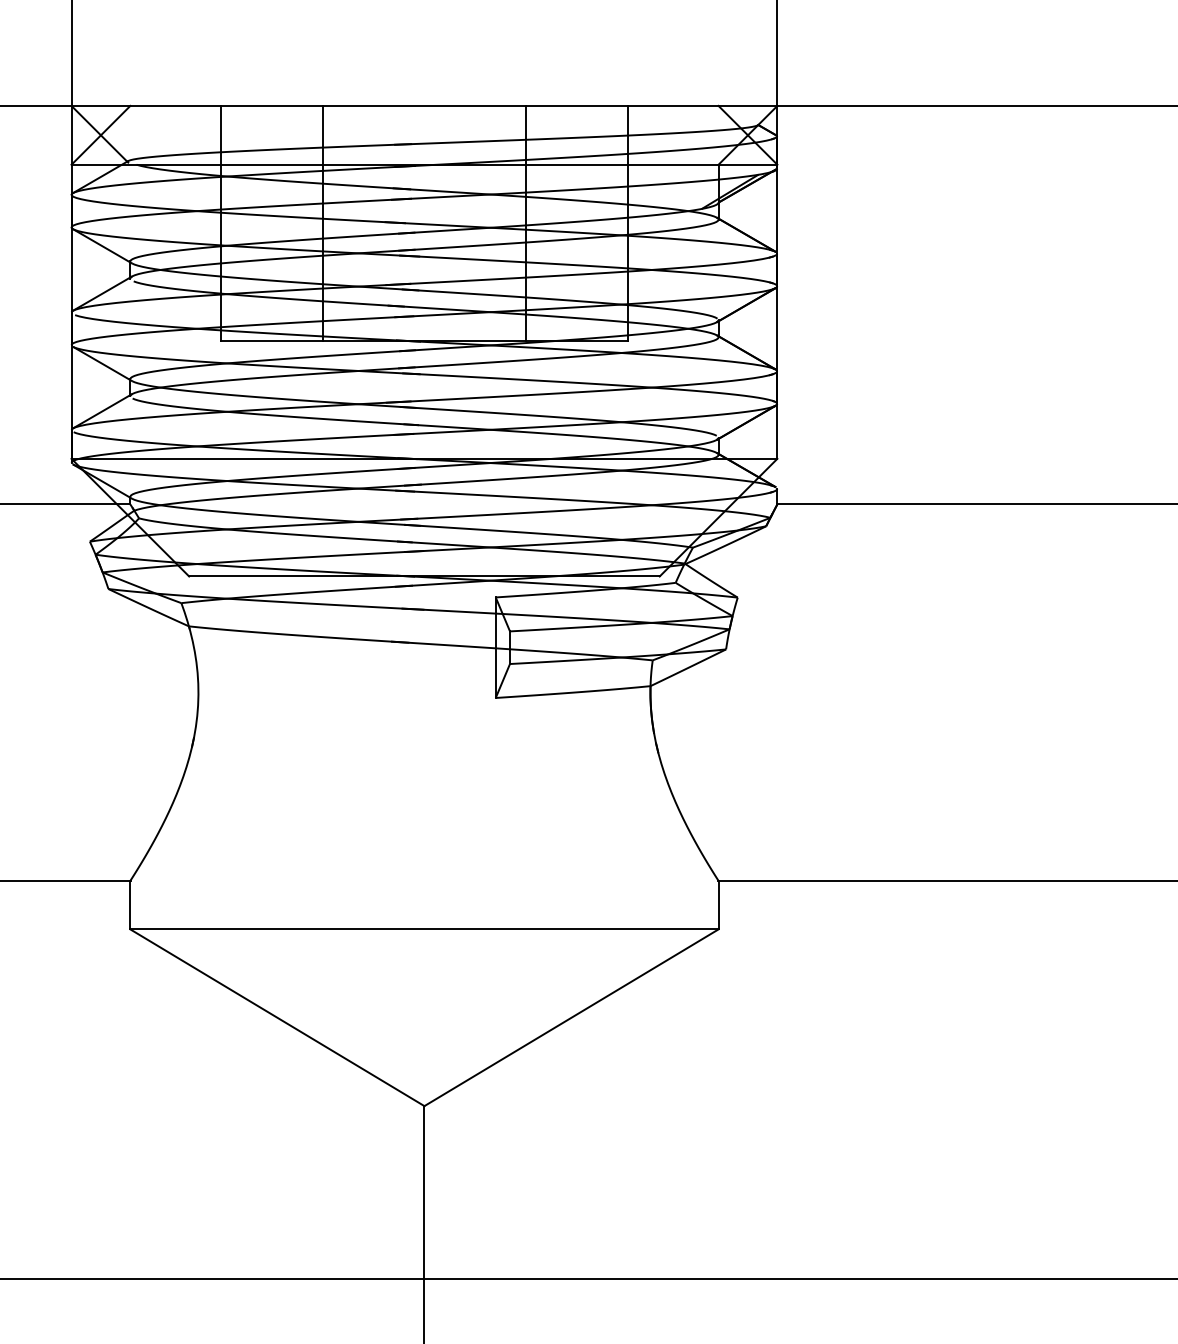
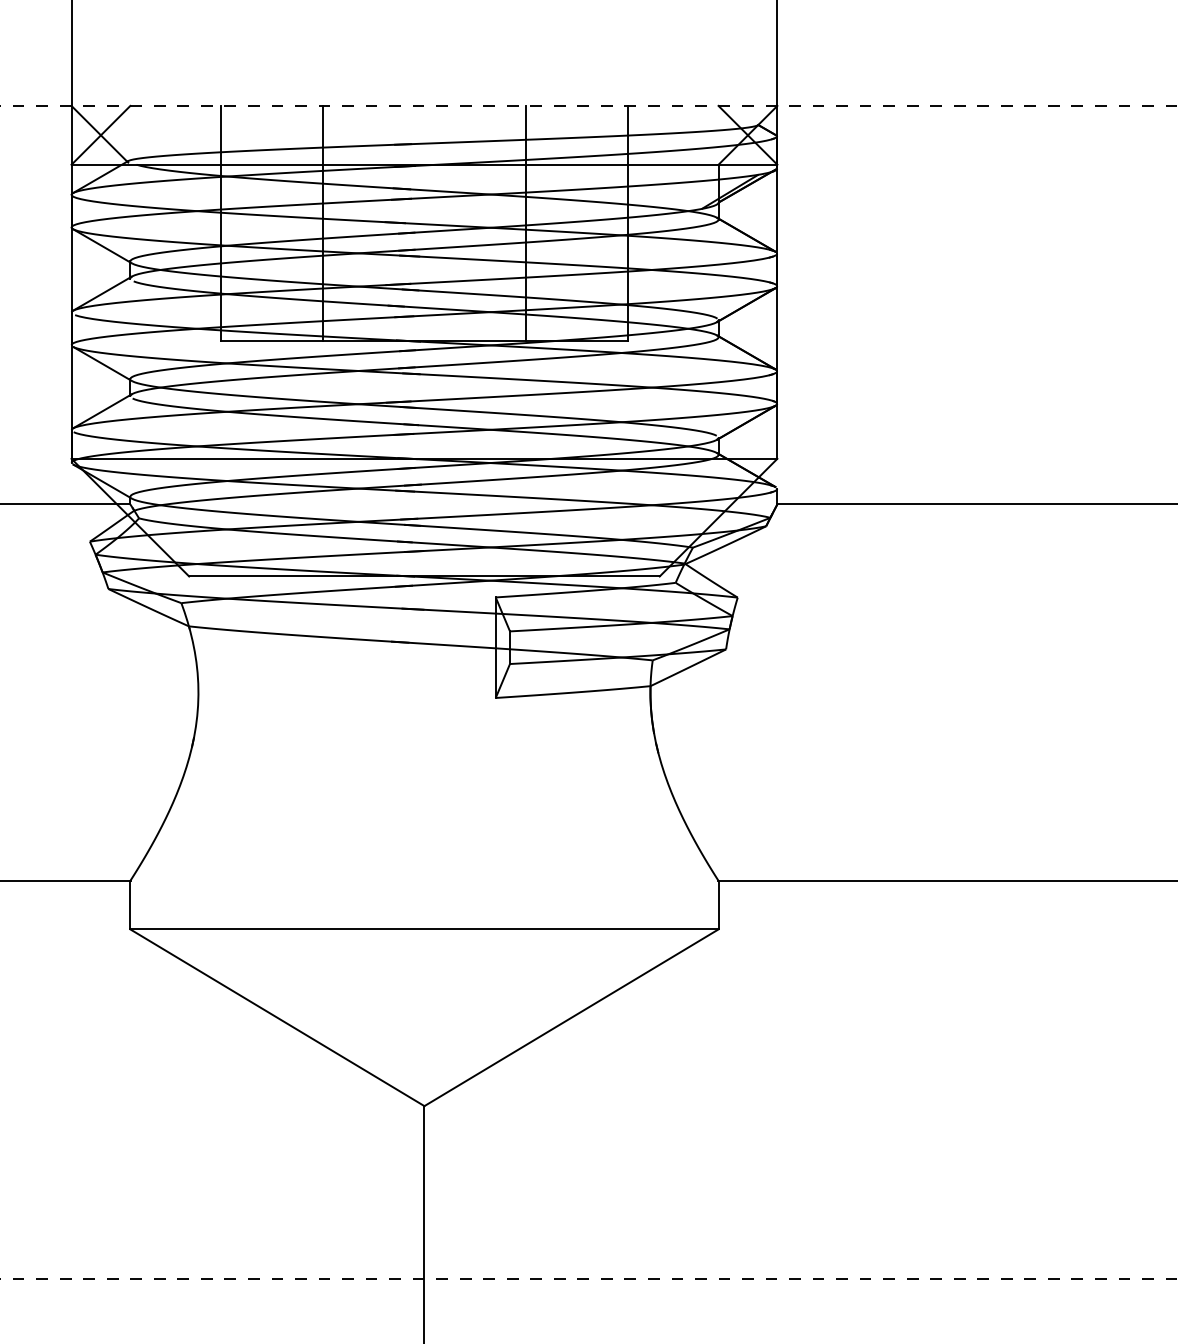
line at (589, 105): solid -> dashed
line at (588, 1279): solid -> dashed
